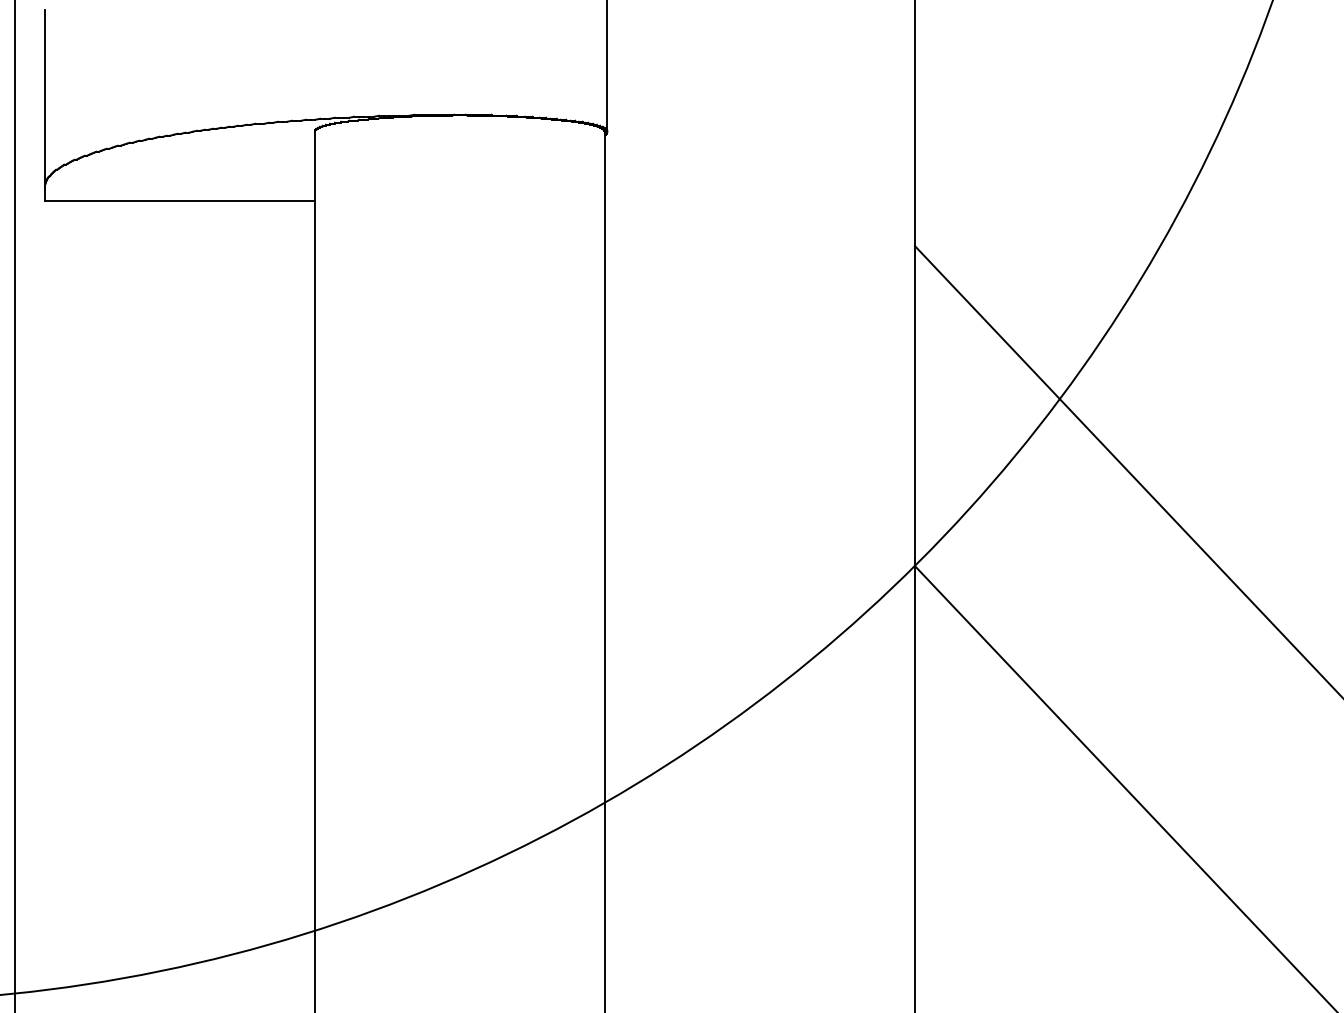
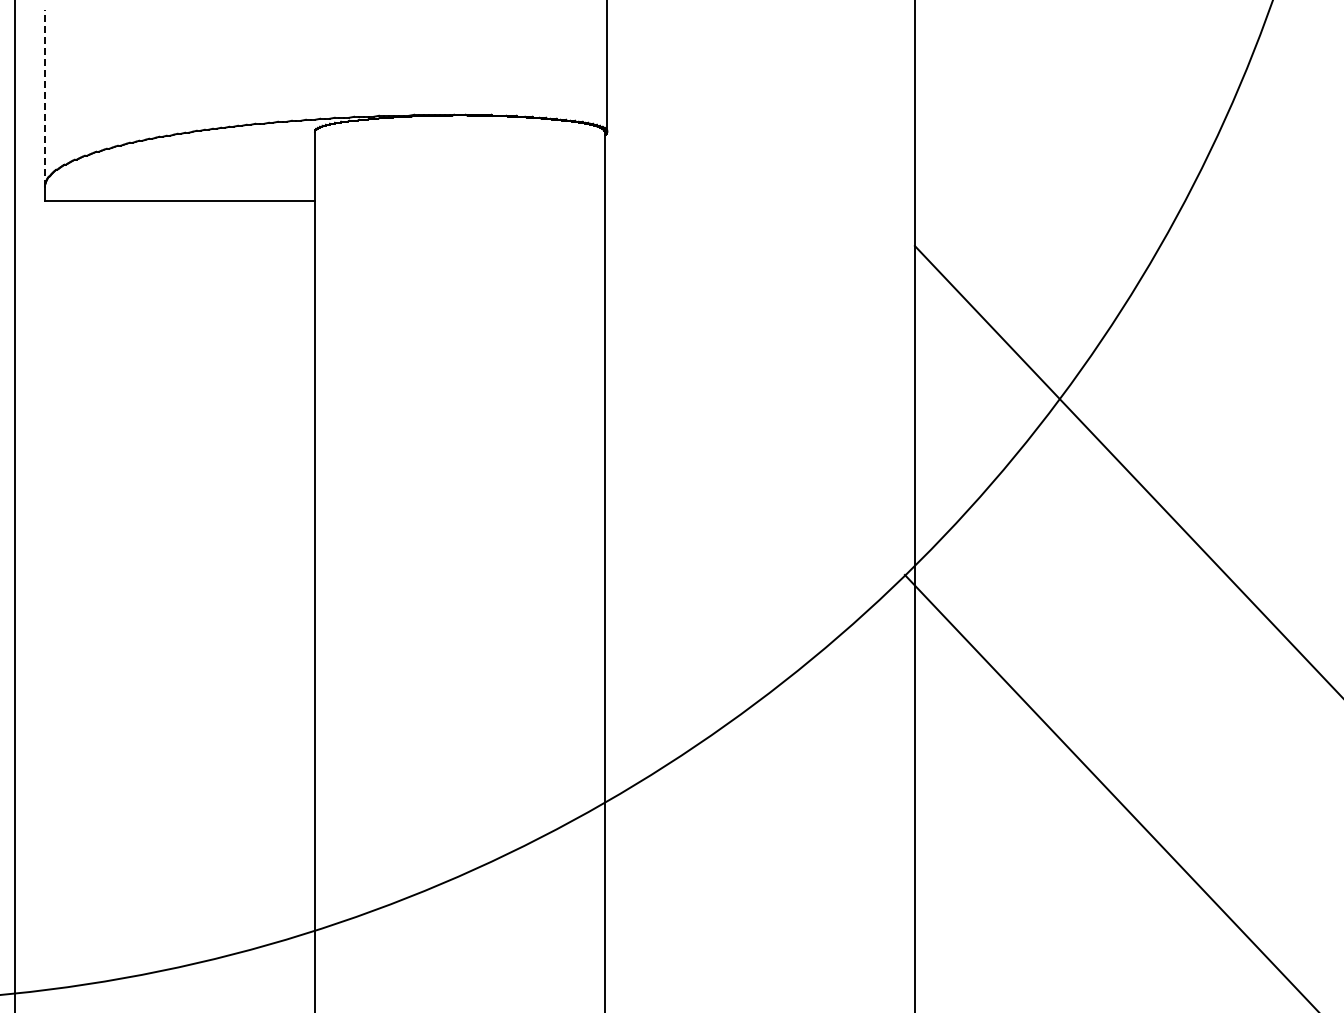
line at (44, 98): solid -> dashed
line at (1124, 787) position: (1124, 787) -> (1110, 791)
